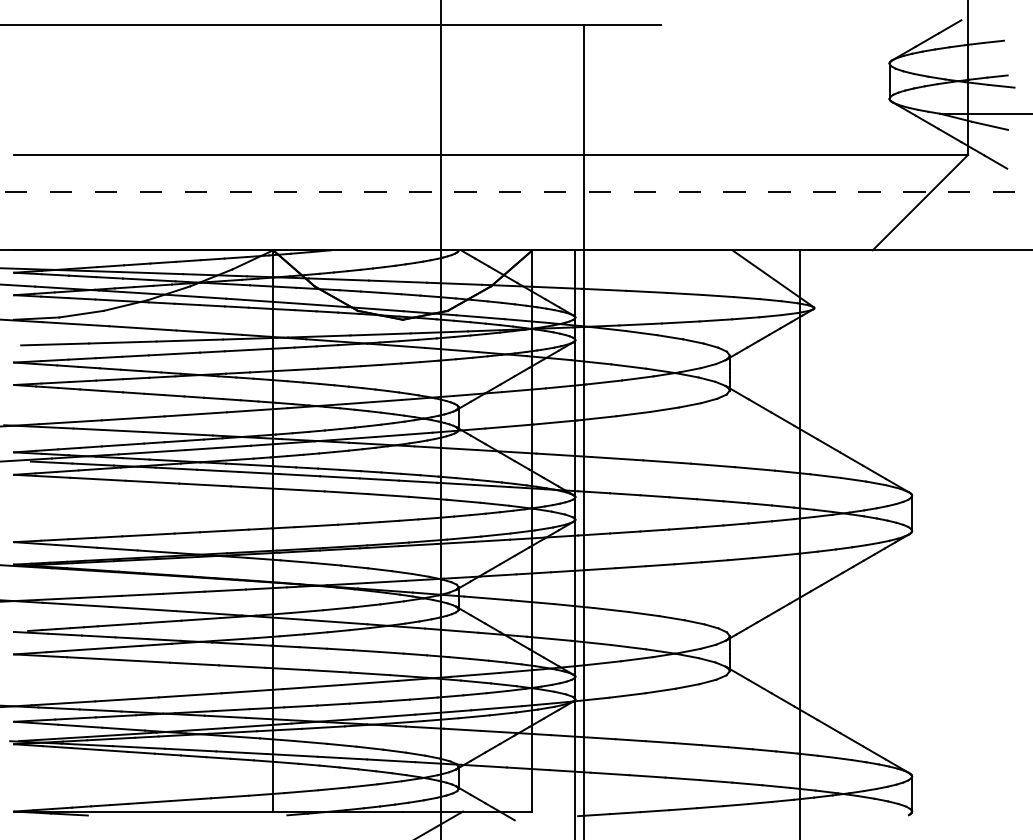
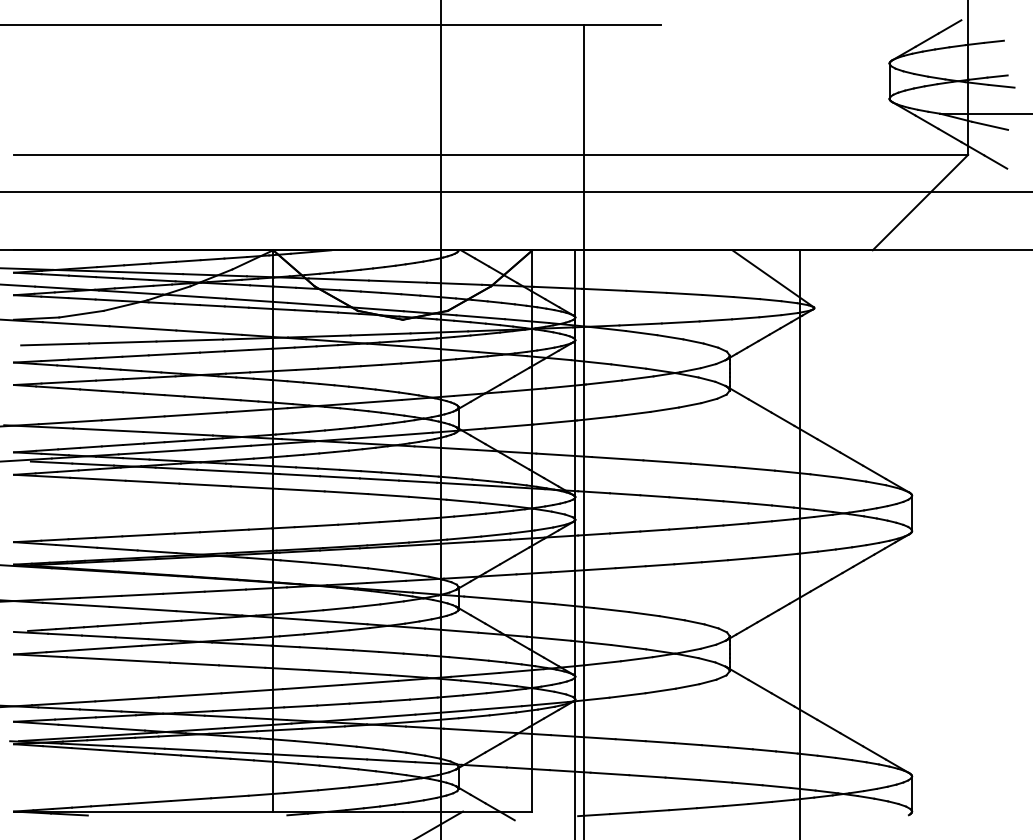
line at (516, 191): dashed -> solid
